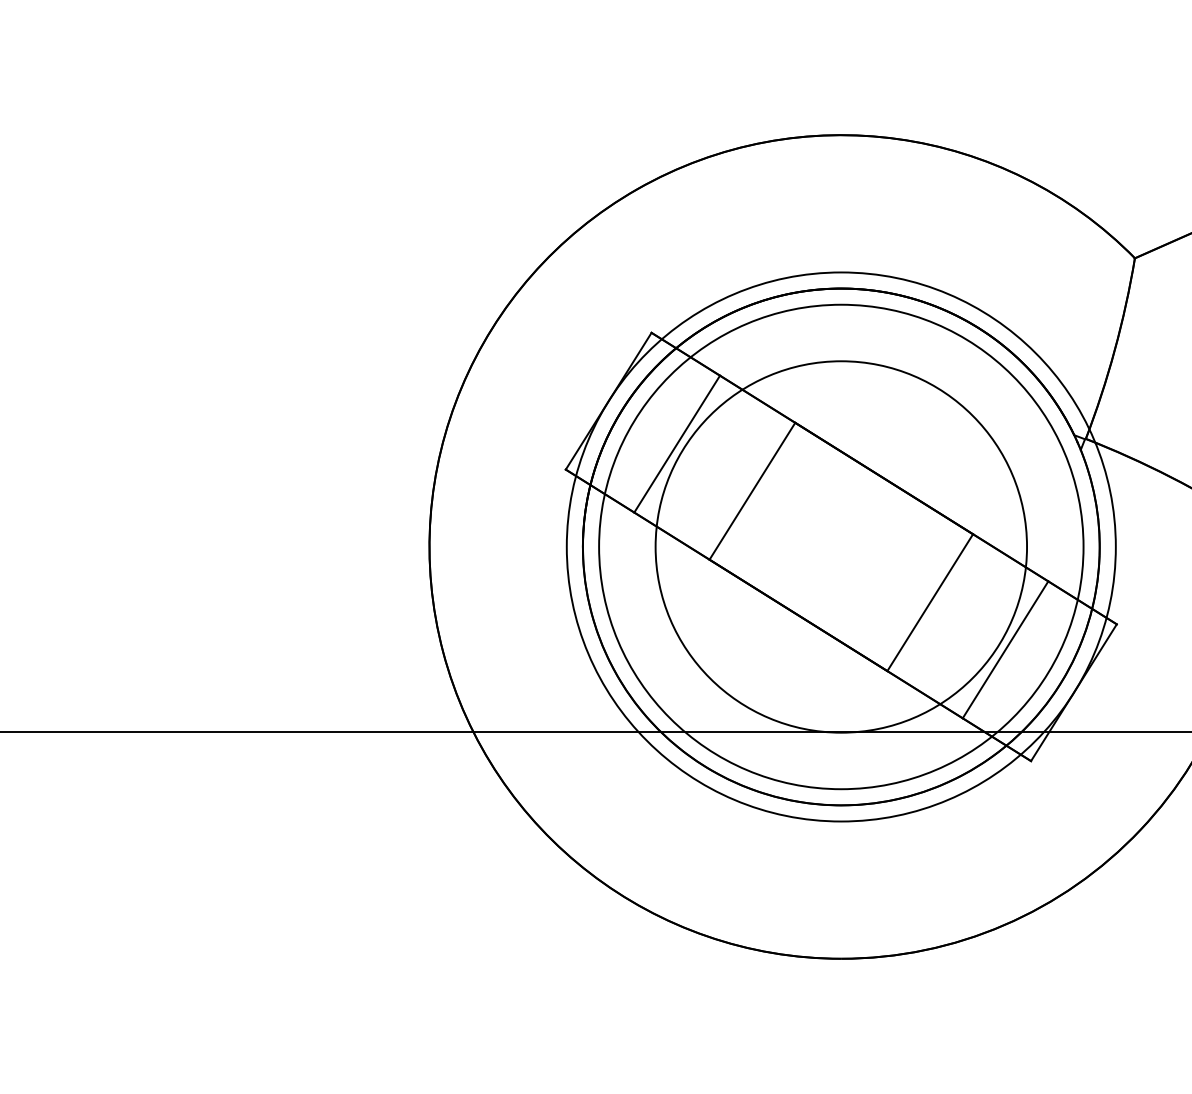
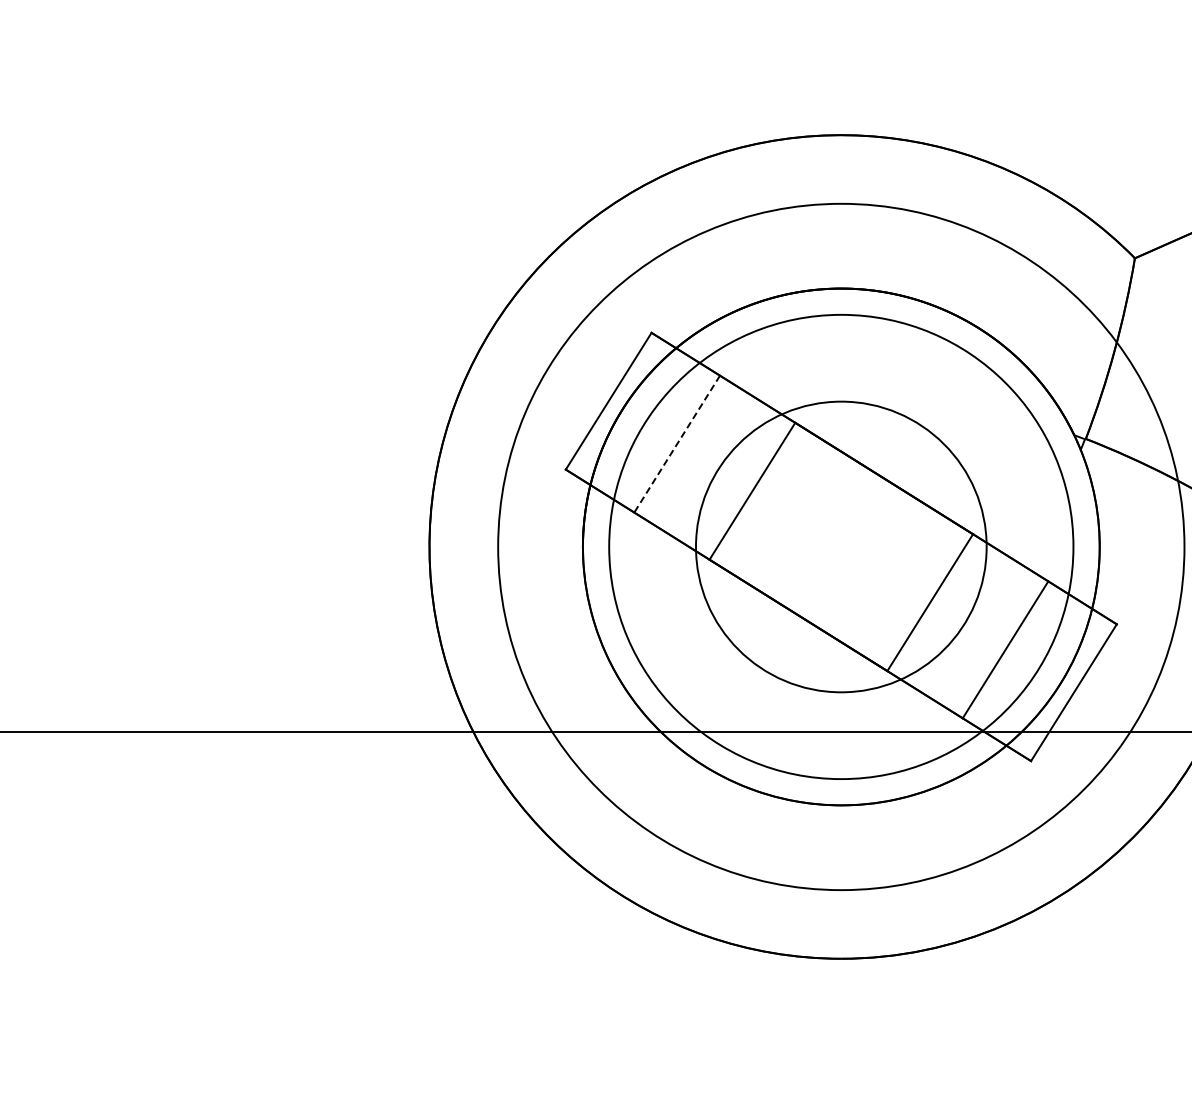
line at (677, 444): solid -> dashed
circle at (840, 546) diameter: 549 px -> 686 px
circle at (841, 546) diameter: 371 px -> 464 px
circle at (841, 546) diameter: 484 px -> 291 px
